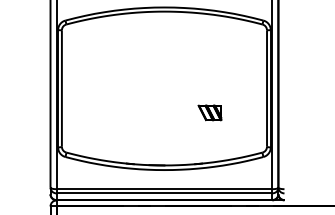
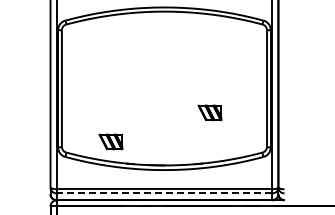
part at (110, 141): none -> present
line at (164, 193): solid -> dashed
